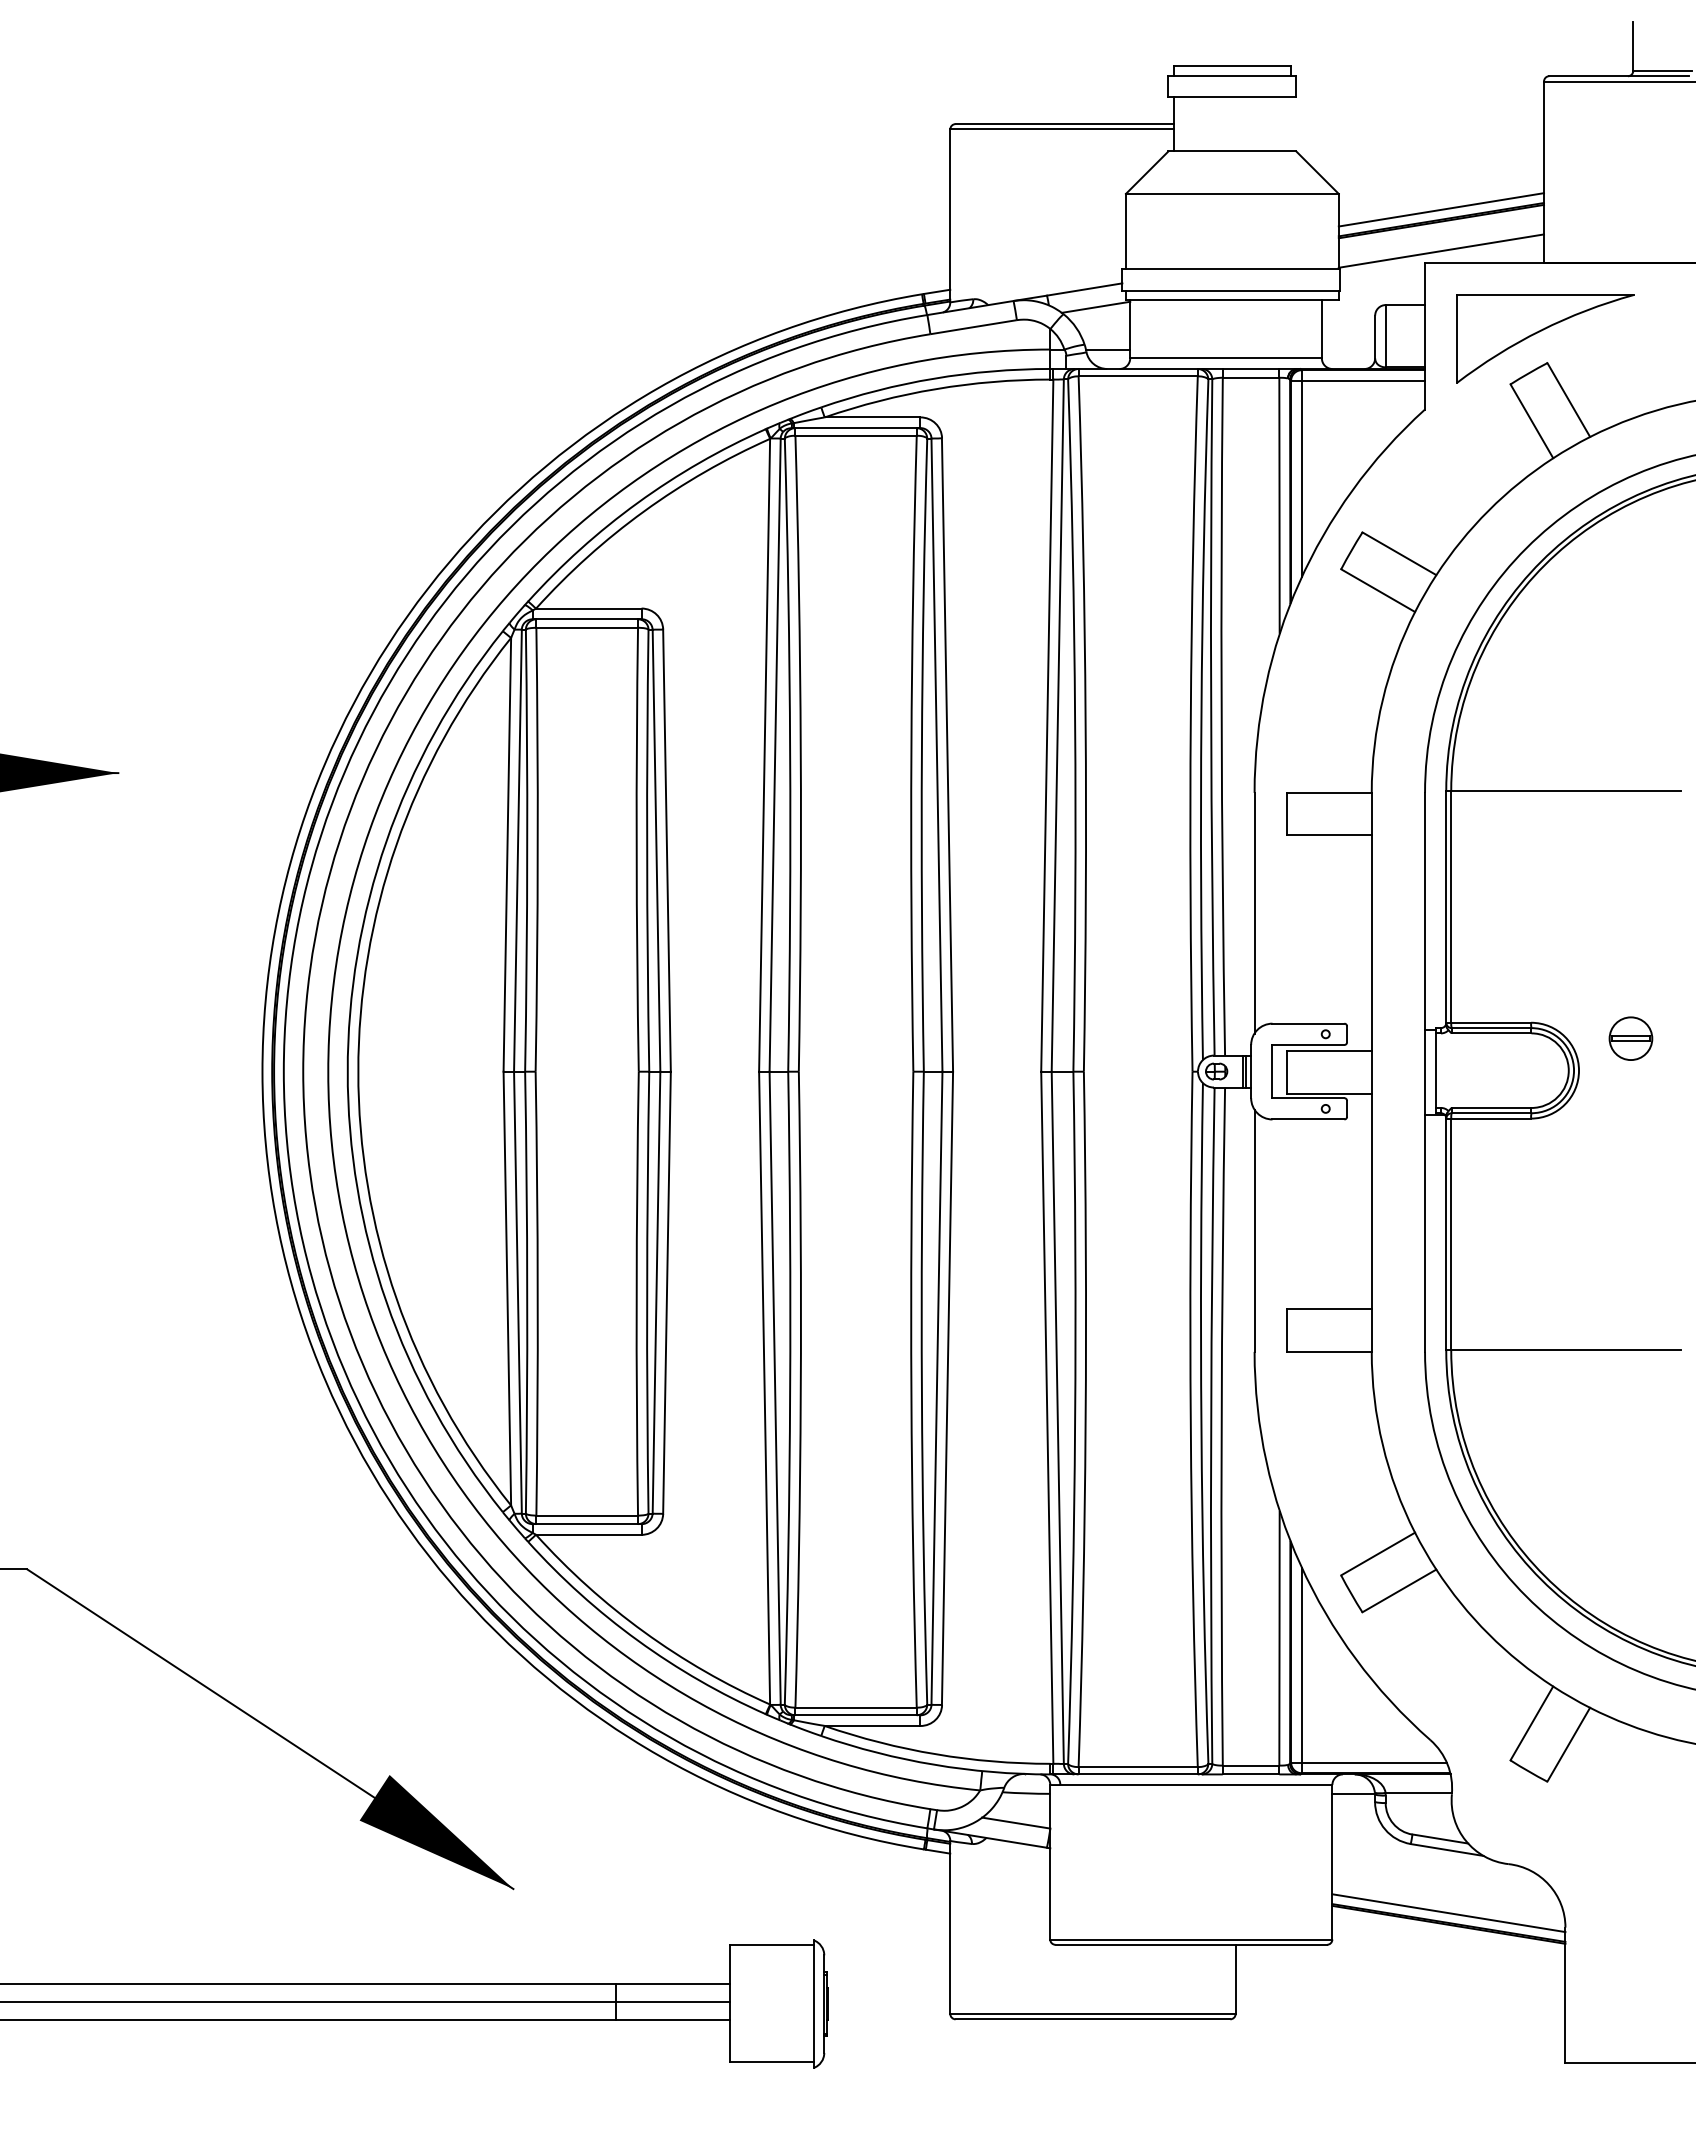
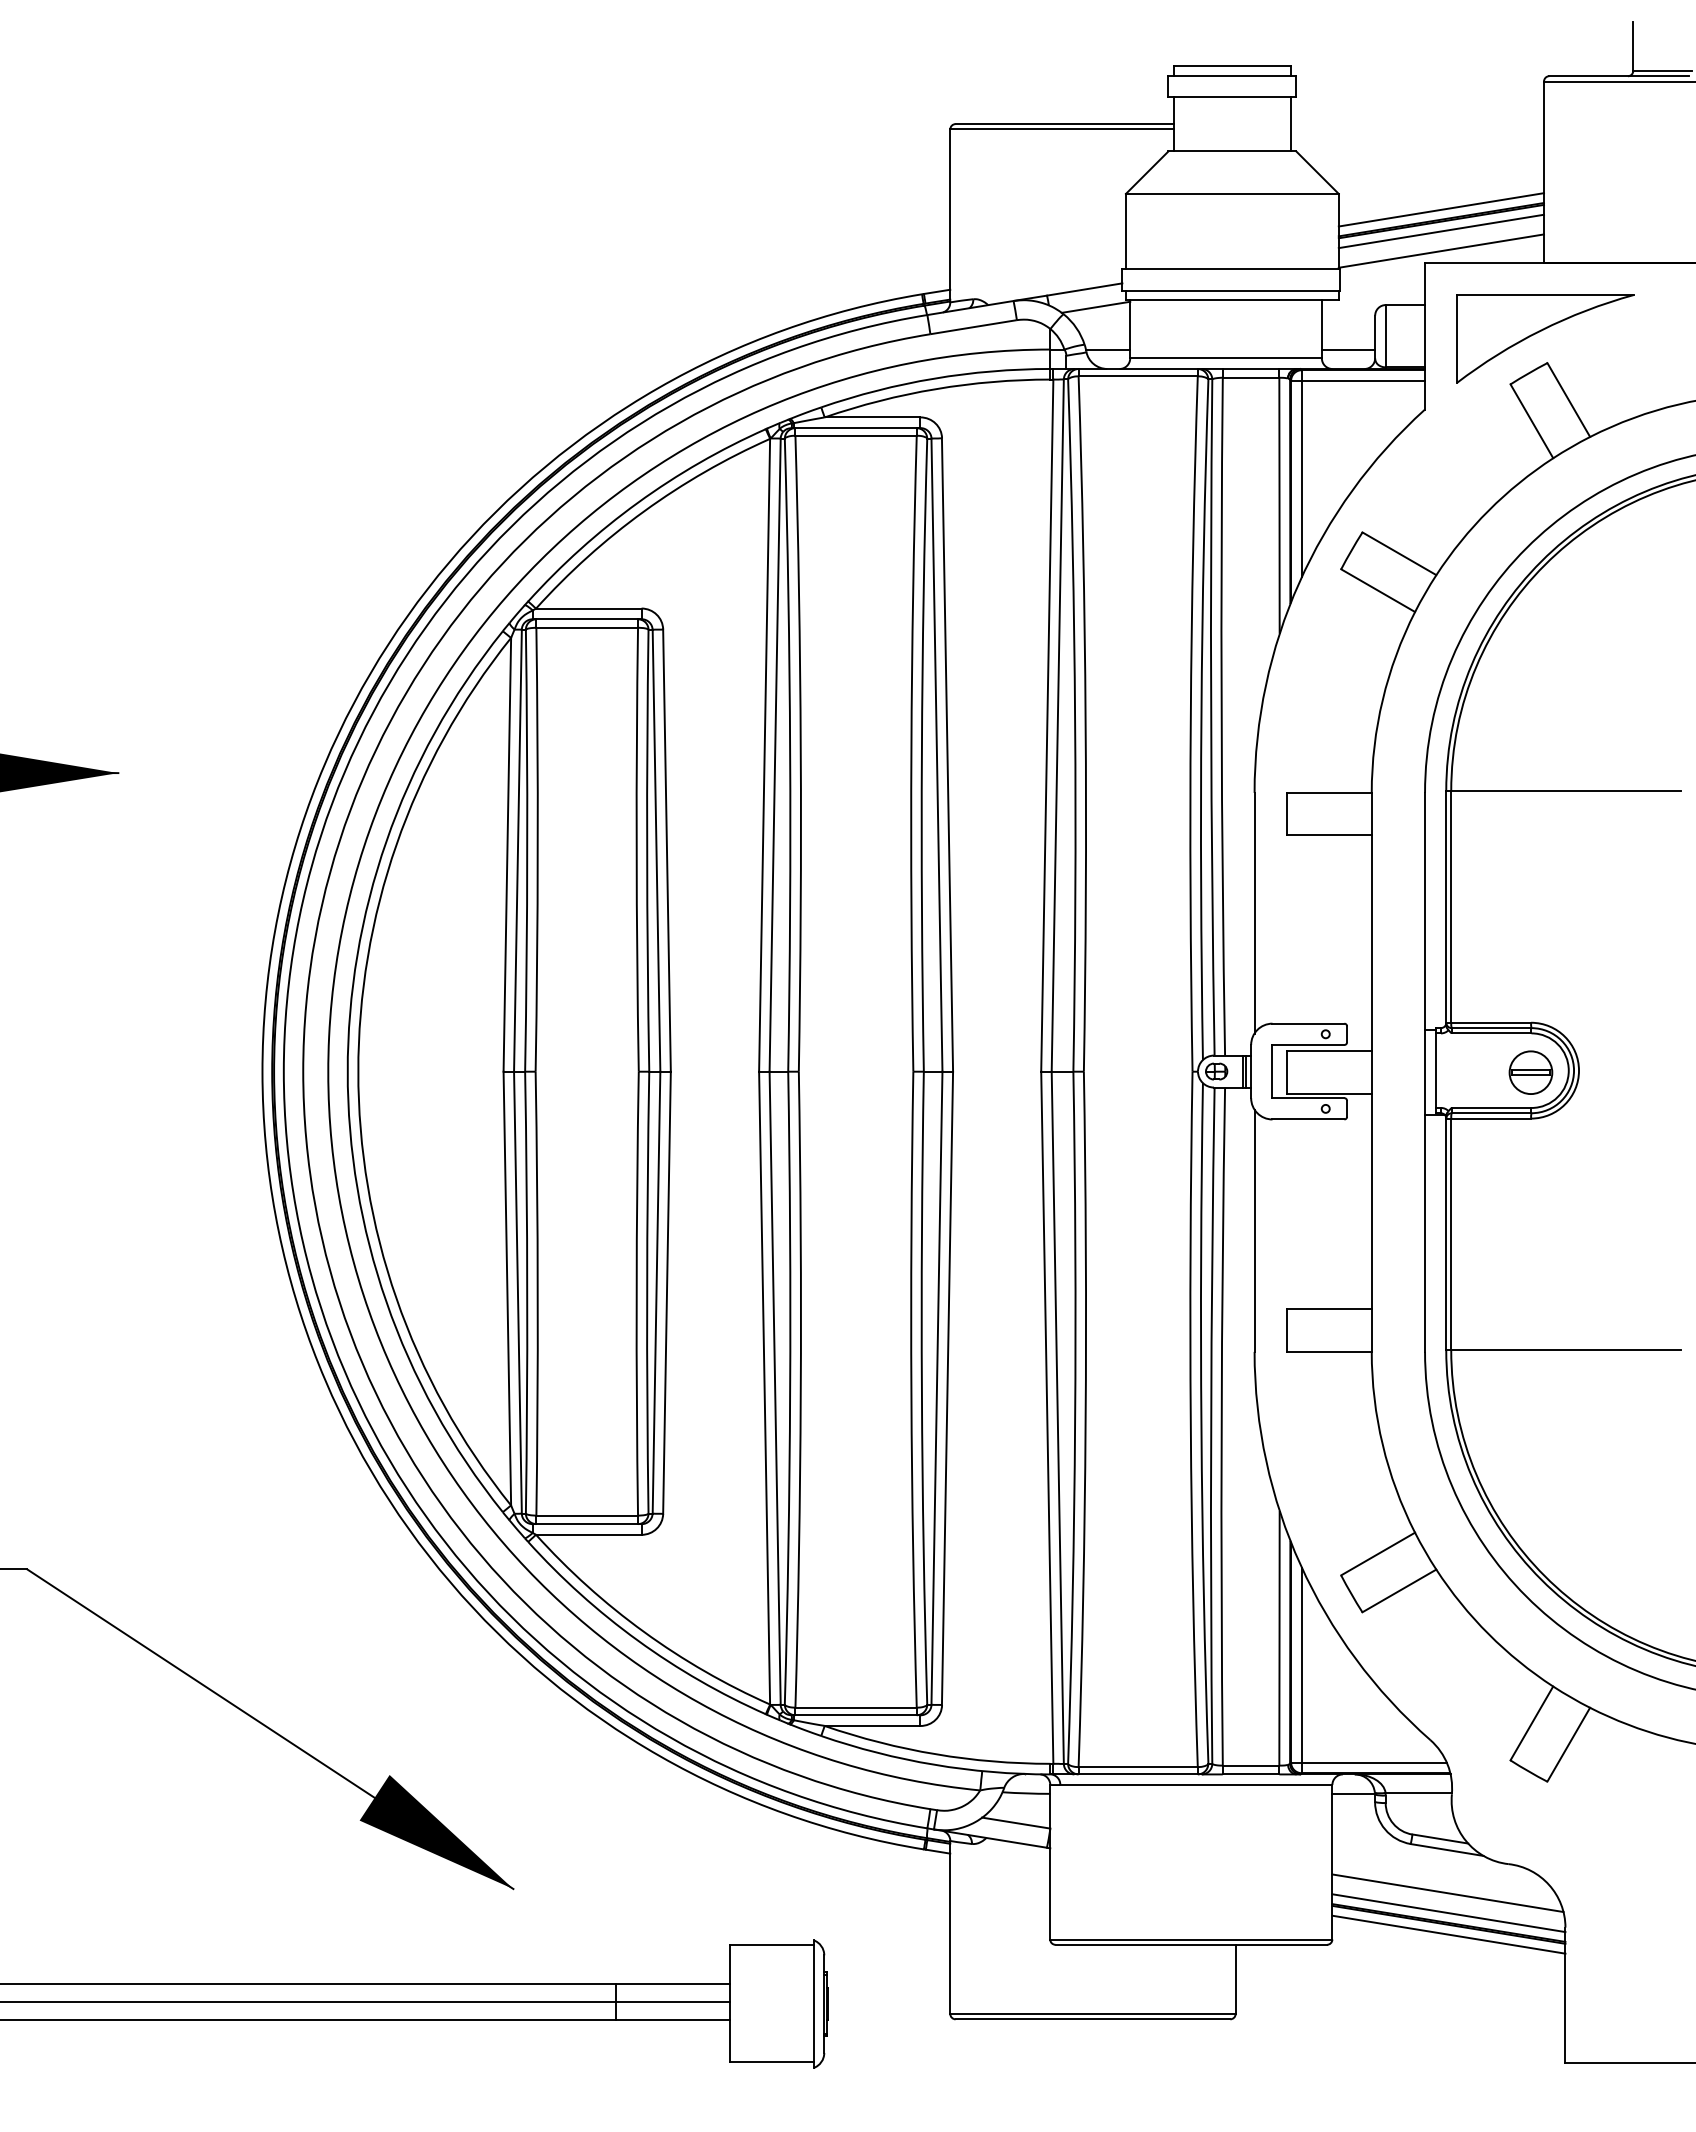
line at (1290, 124): none -> present
line at (1440, 231): none -> present
line at (1348, 349): none -> present
part at (1630, 1038) position: (1630, 1038) -> (1530, 1072)
line at (1447, 1893): none -> present
line at (1448, 1934): none -> present
